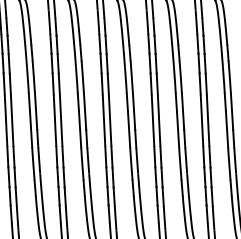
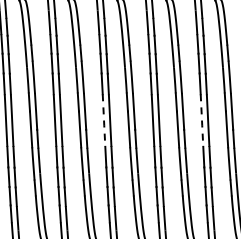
line at (104, 120): solid -> dashed
line at (201, 120): solid -> dashed
